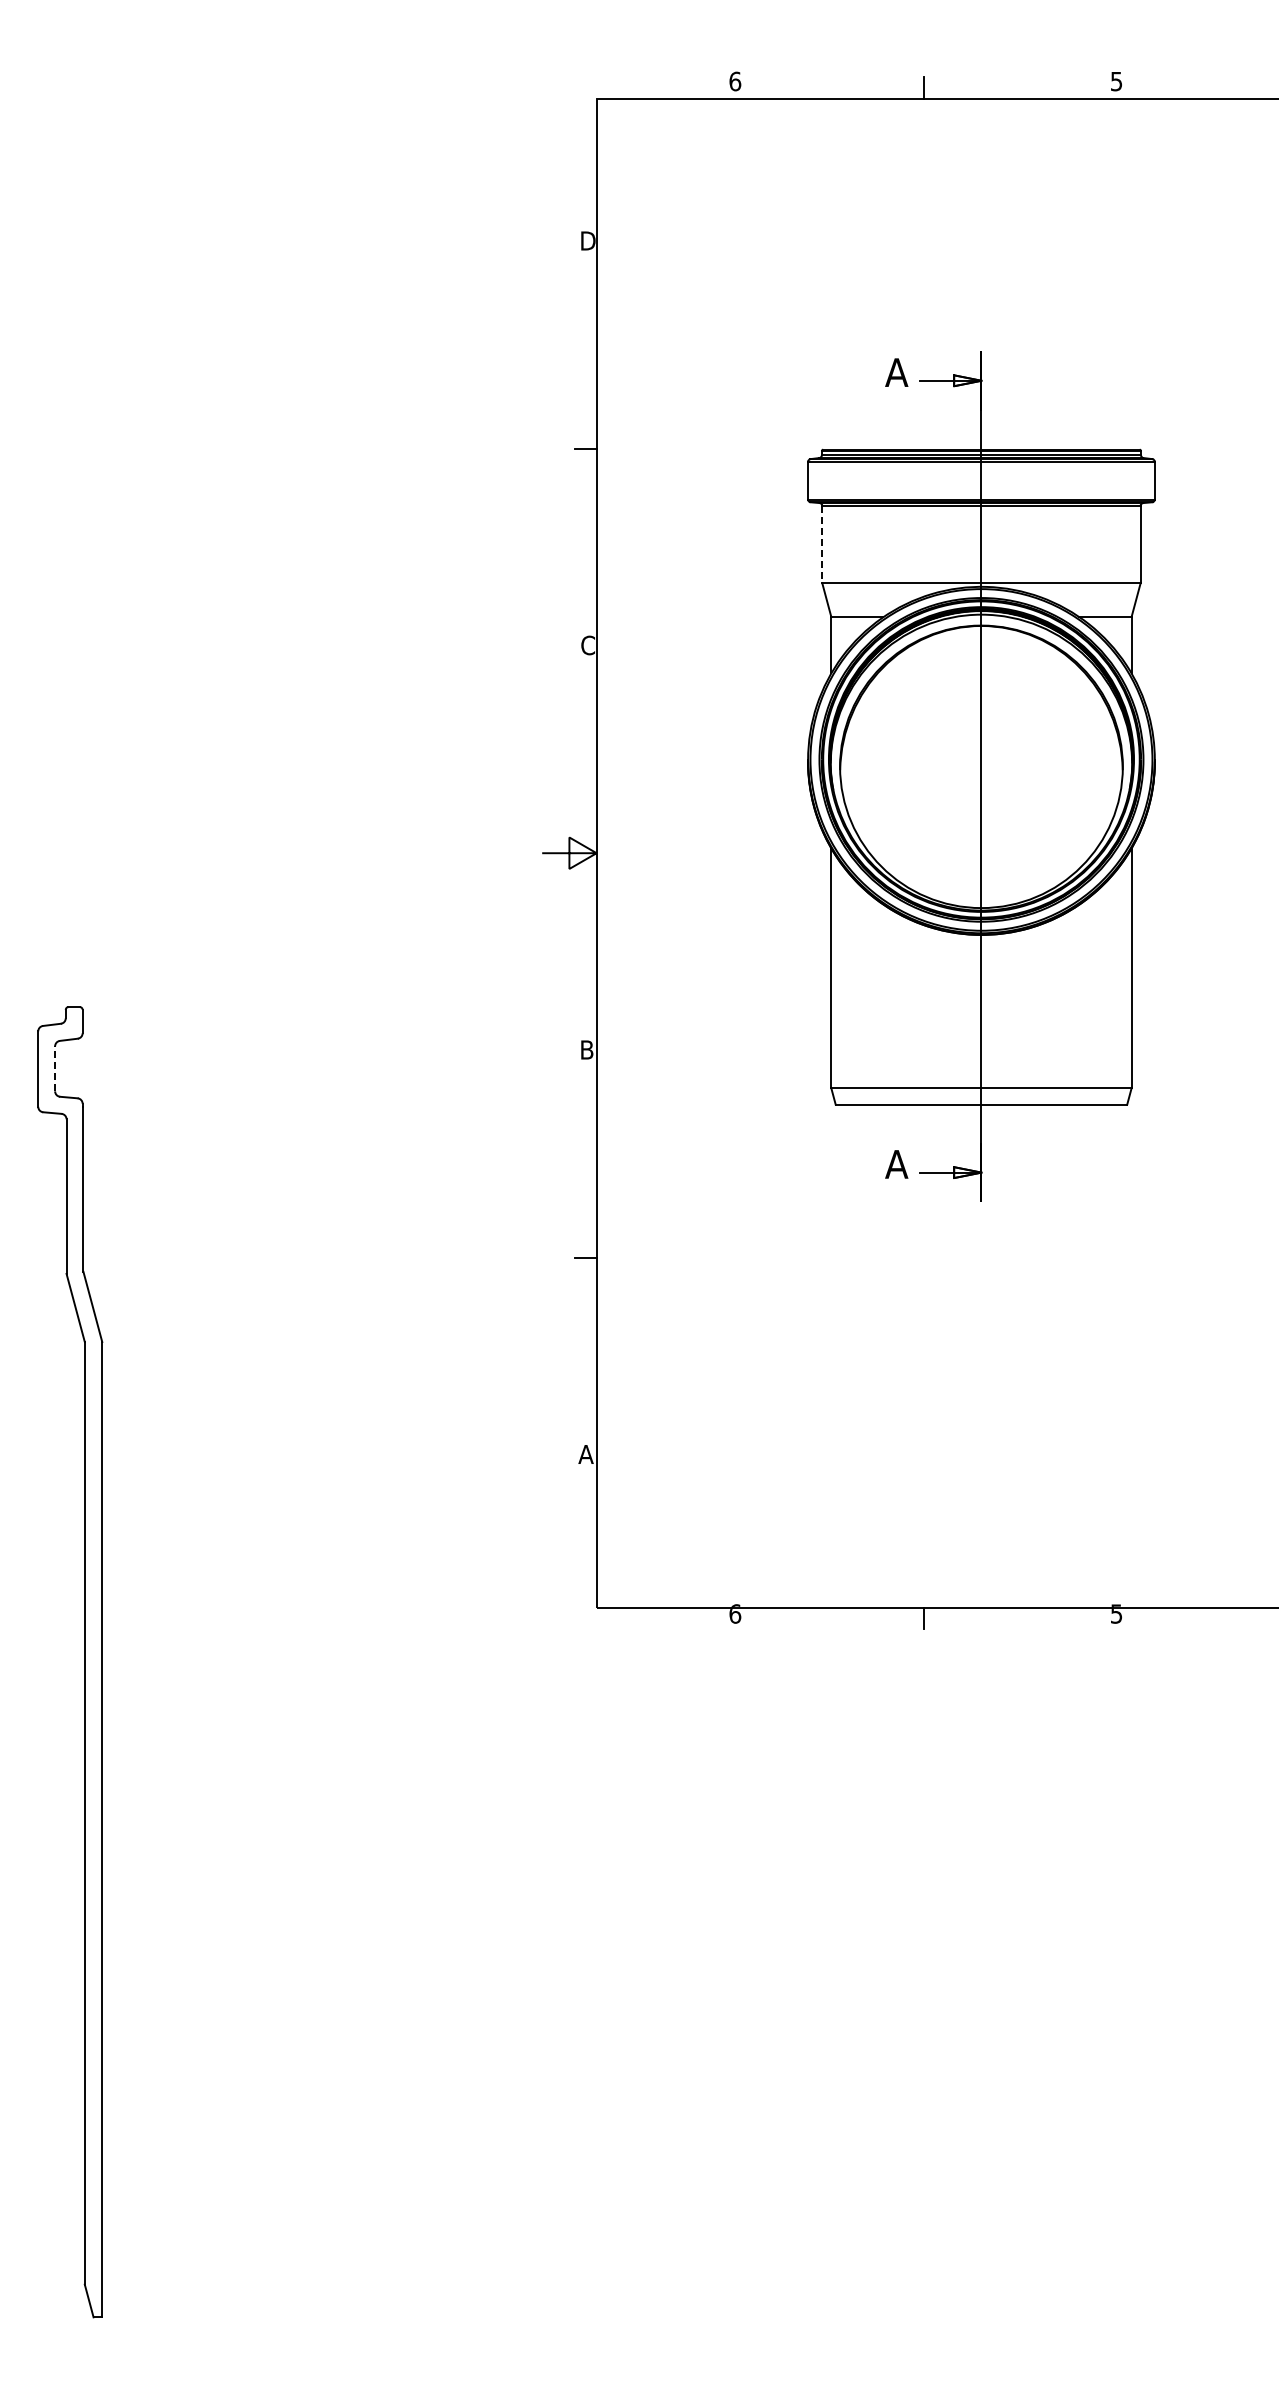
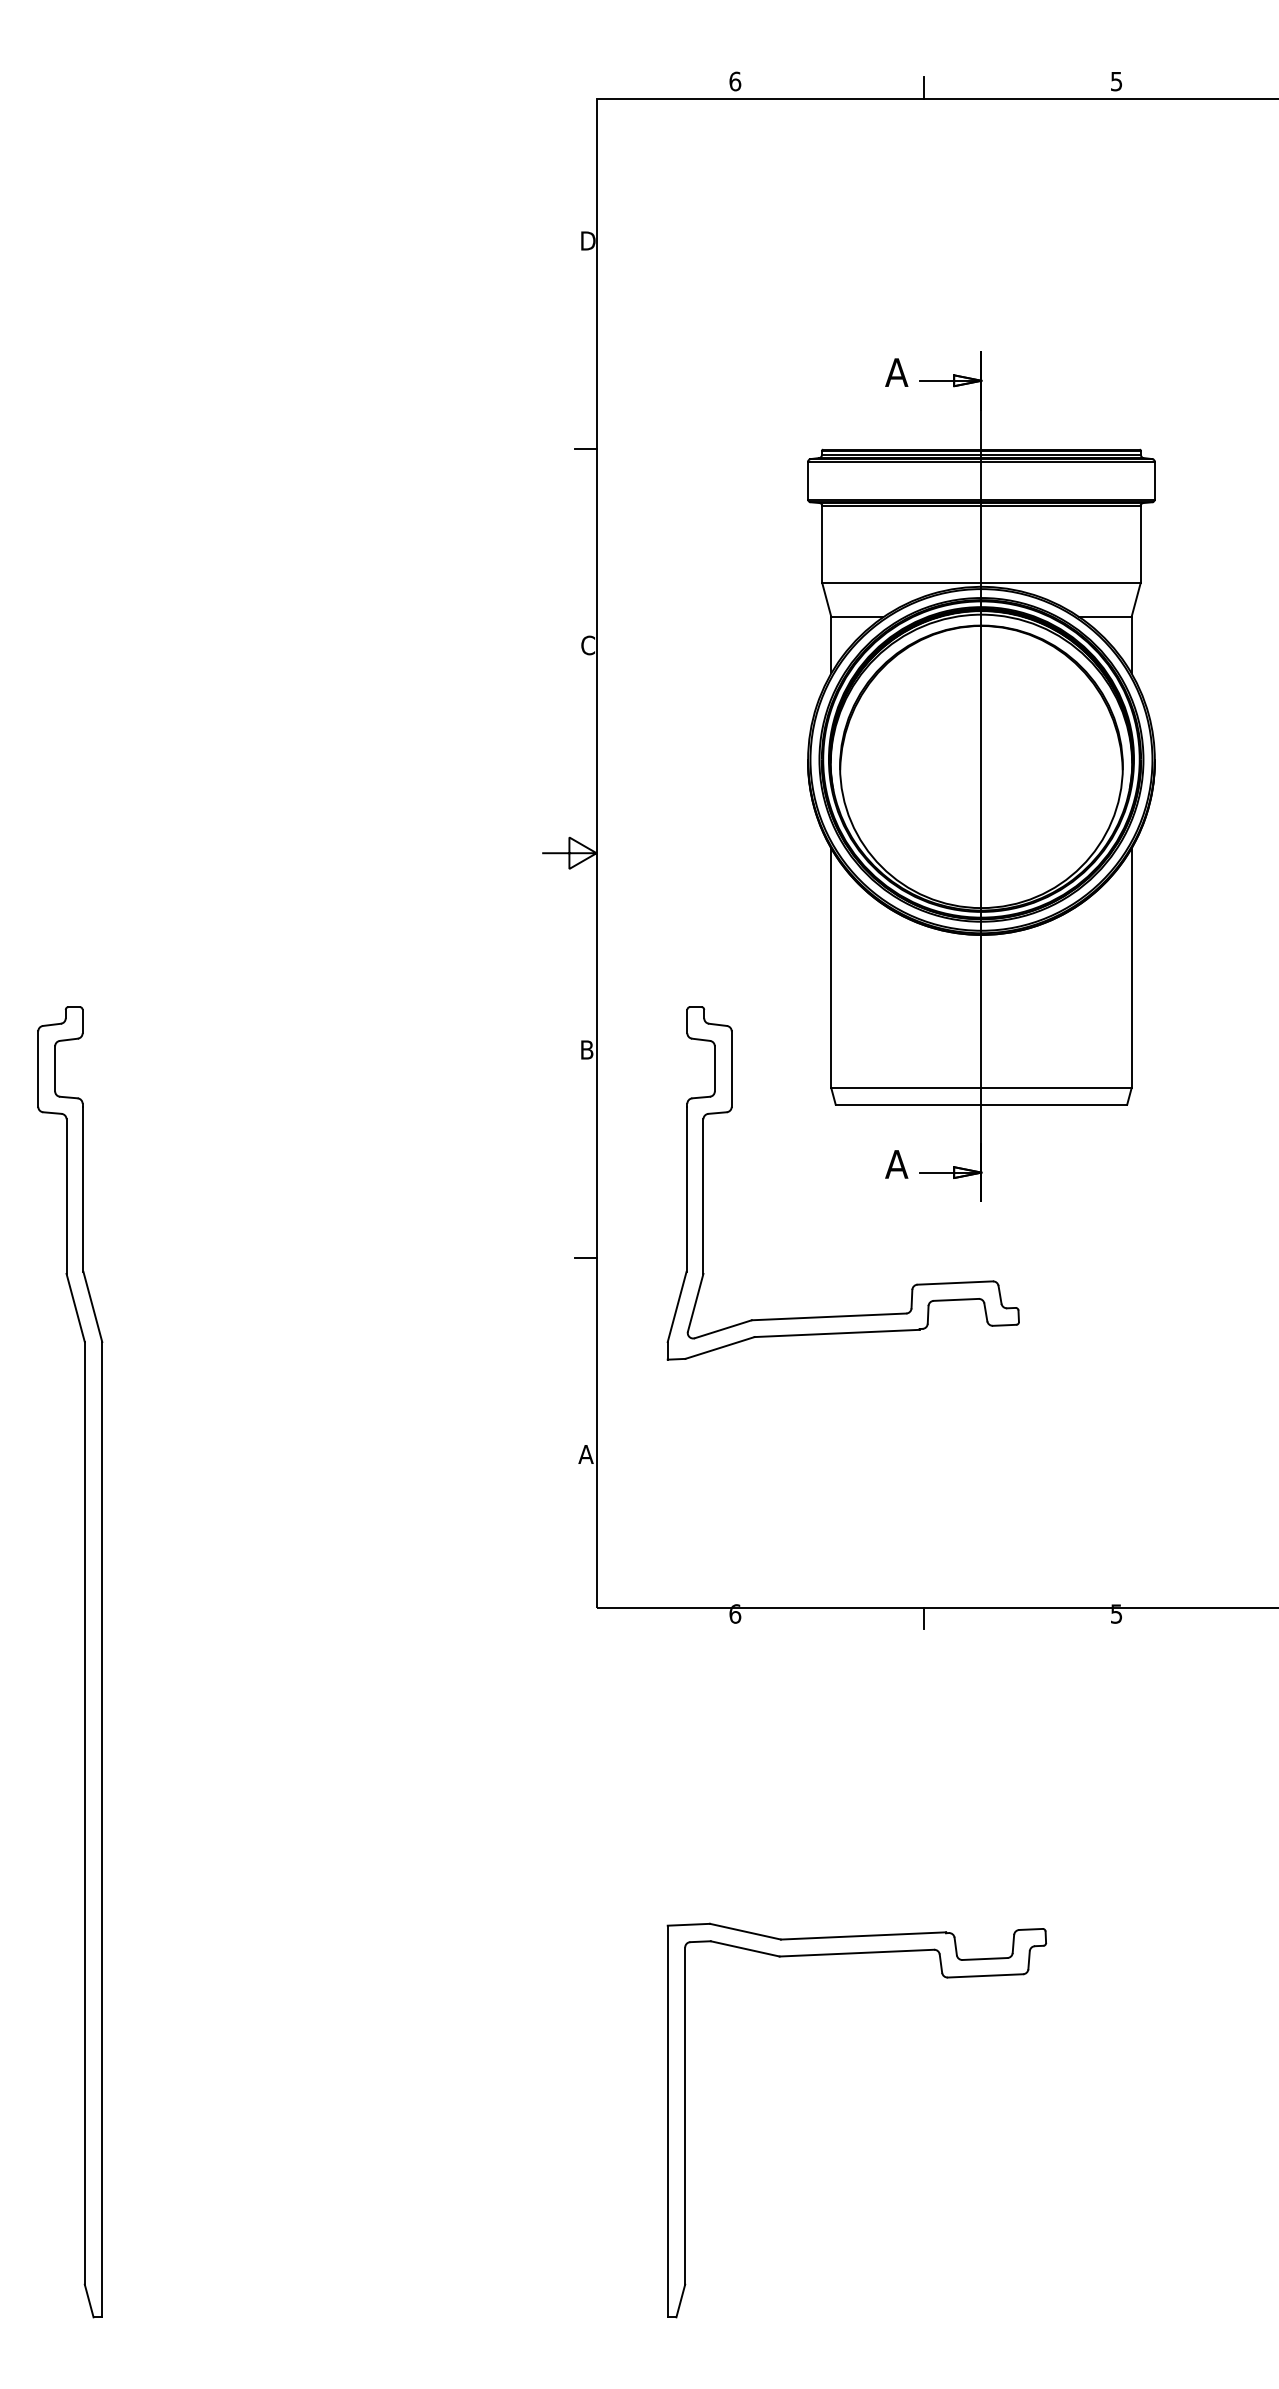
line at (822, 544): dashed -> solid
line at (55, 1068): dashed -> solid
part at (914, 1284): none -> present
part at (856, 1954): none -> present
